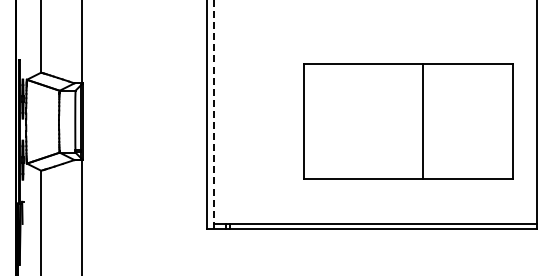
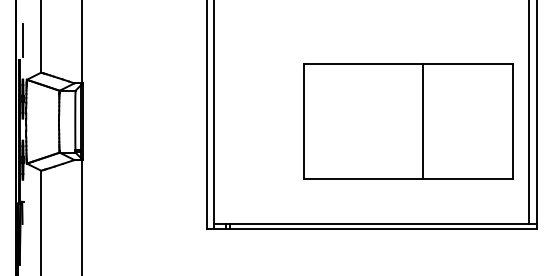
line at (23, 40): none -> present
line at (528, 112): none -> present
line at (213, 113): dashed -> solid
